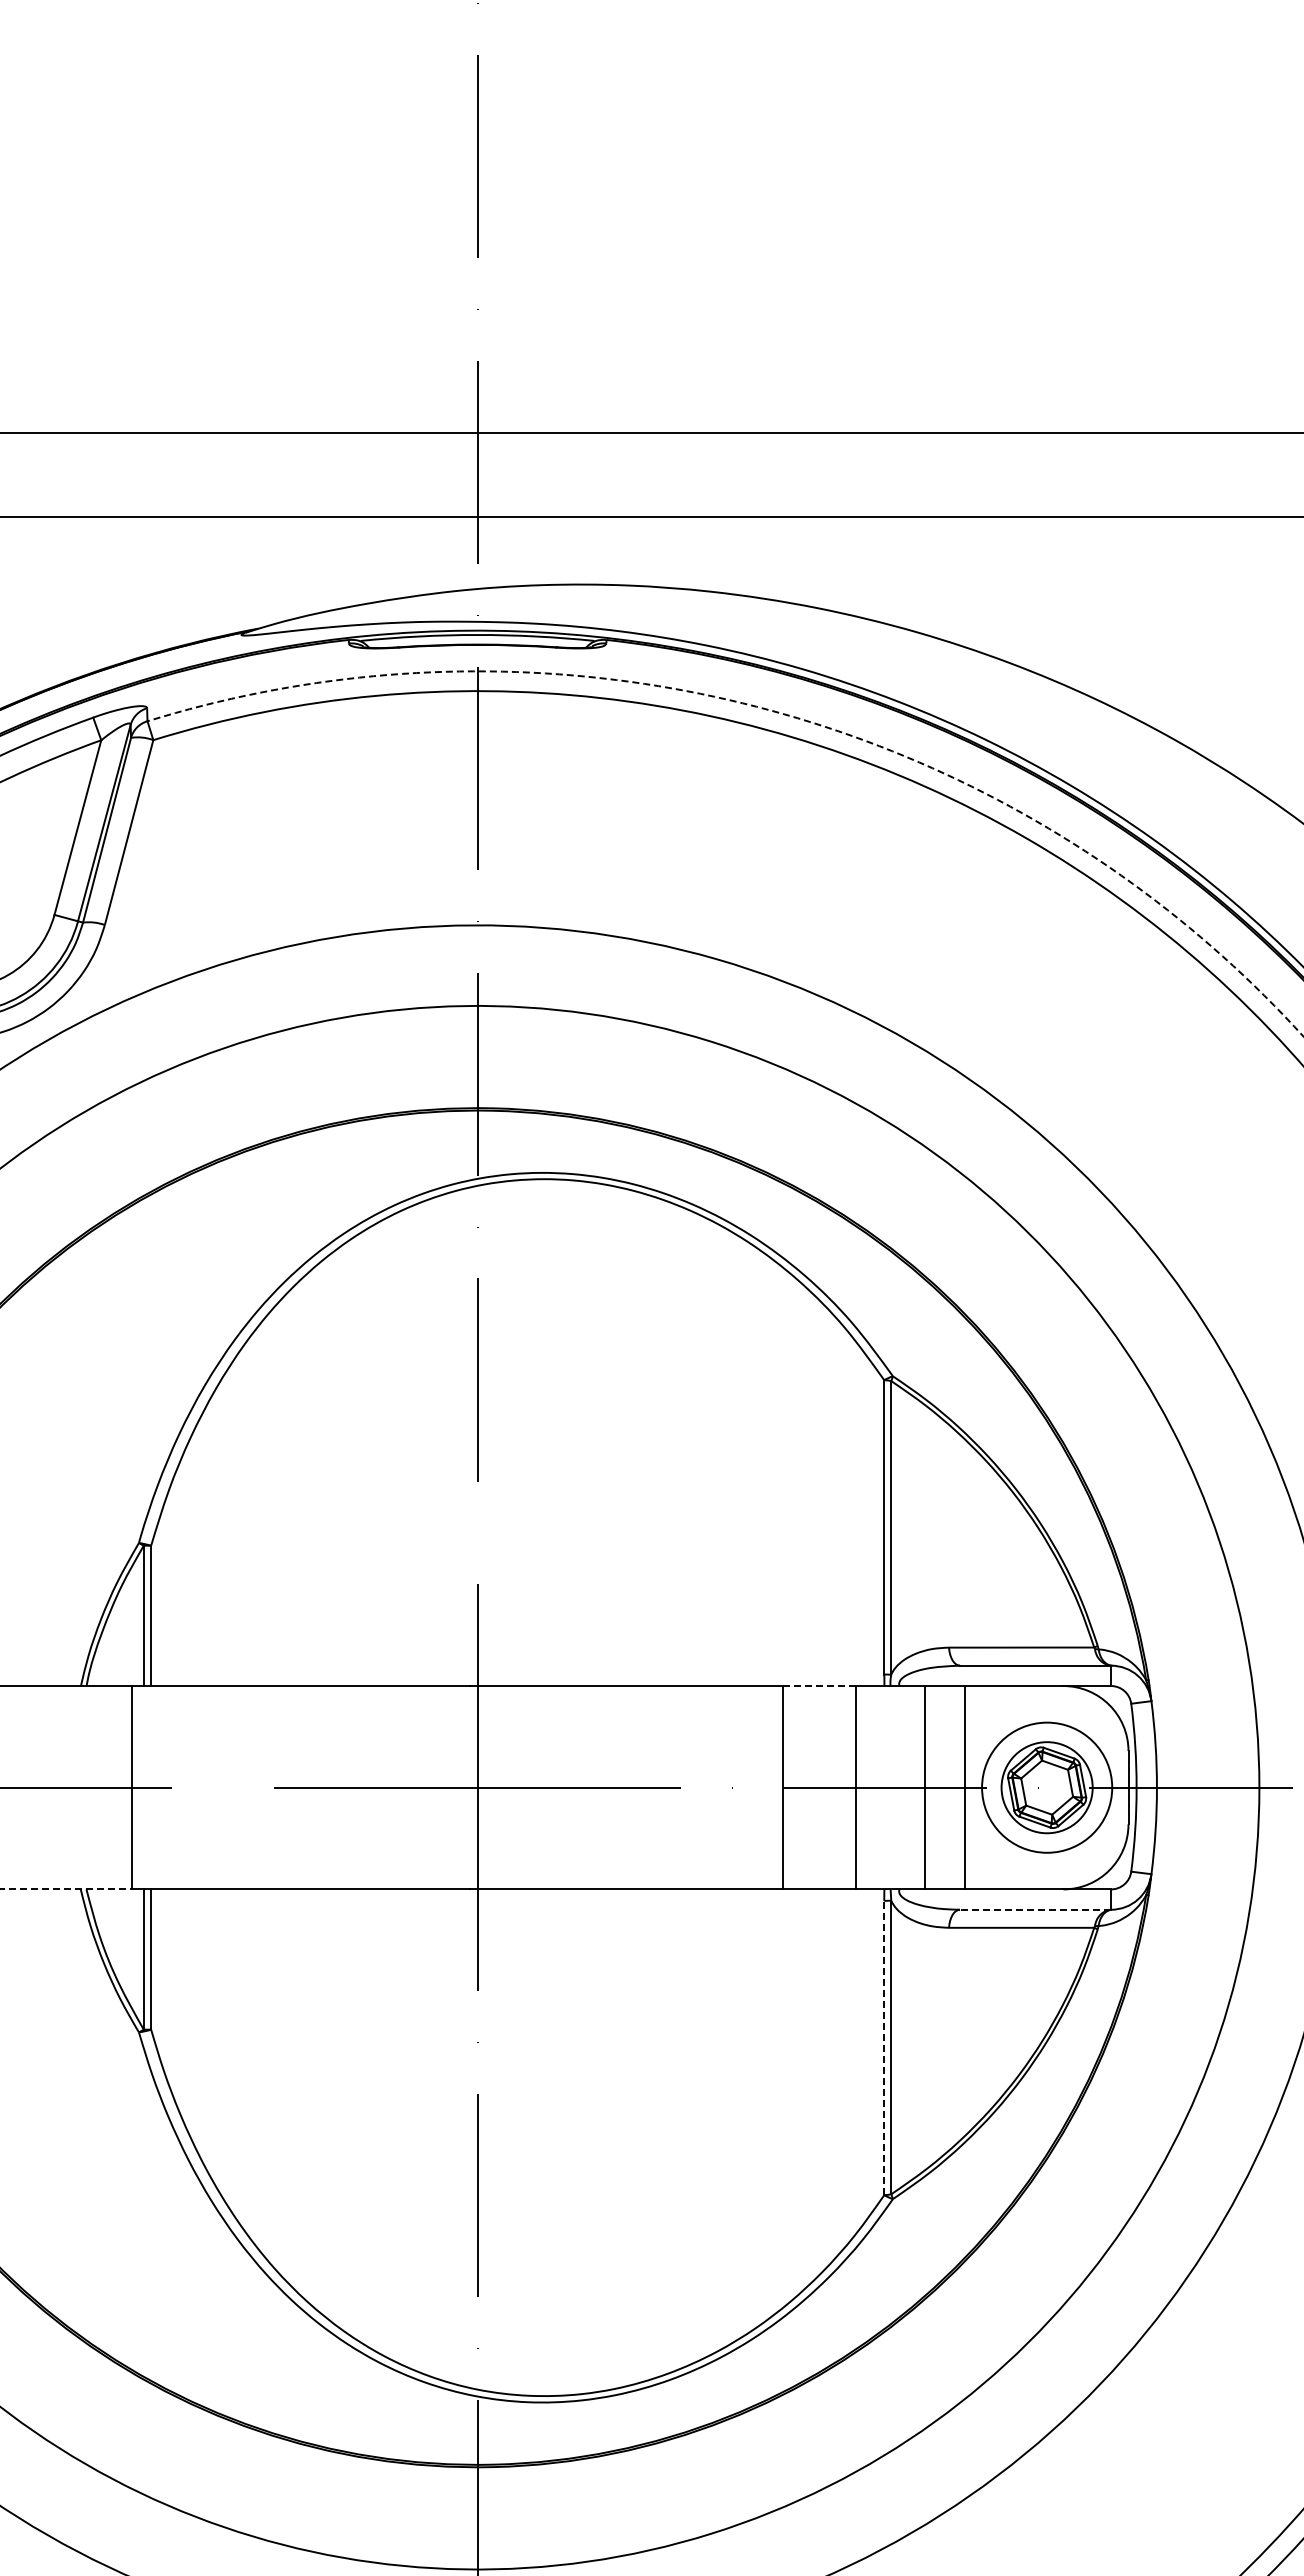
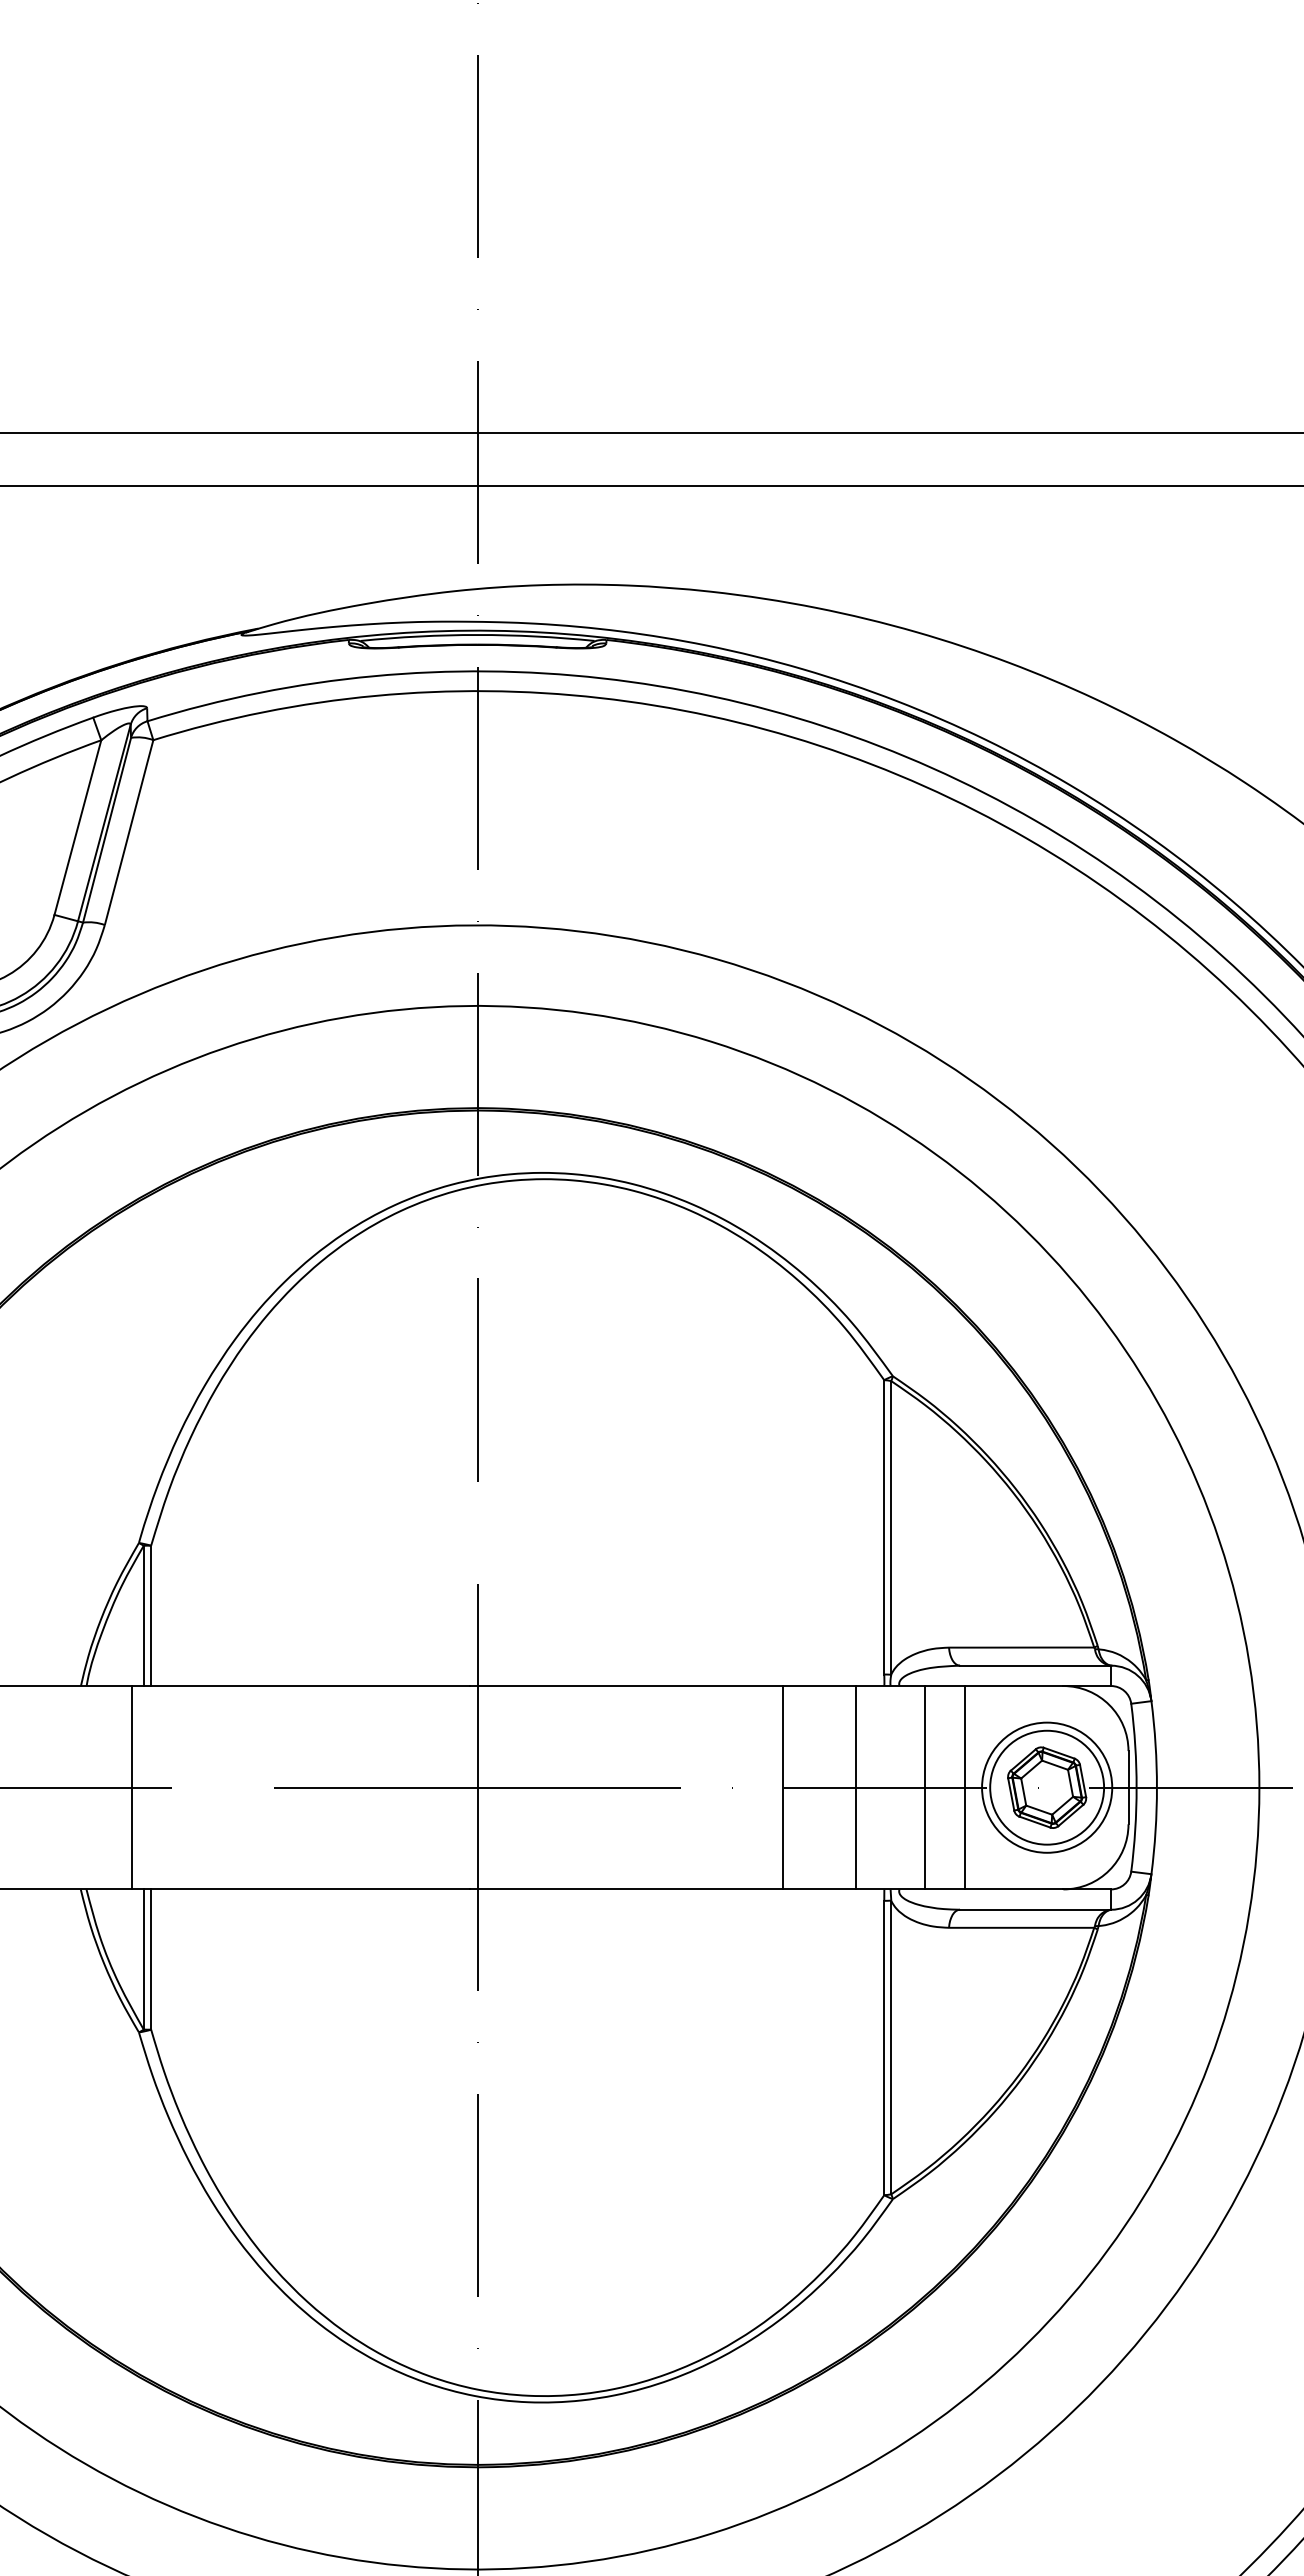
line at (651, 517) position: (651, 517) -> (651, 486)
arc at (771, 710): dashed -> solid
line at (820, 1686): dashed -> solid
circle at (1046, 1787) diameter: 91 px -> 114 px
line at (66, 1889): dashed -> solid
line at (1035, 1909): dashed -> solid
line at (884, 2047): dashed -> solid
